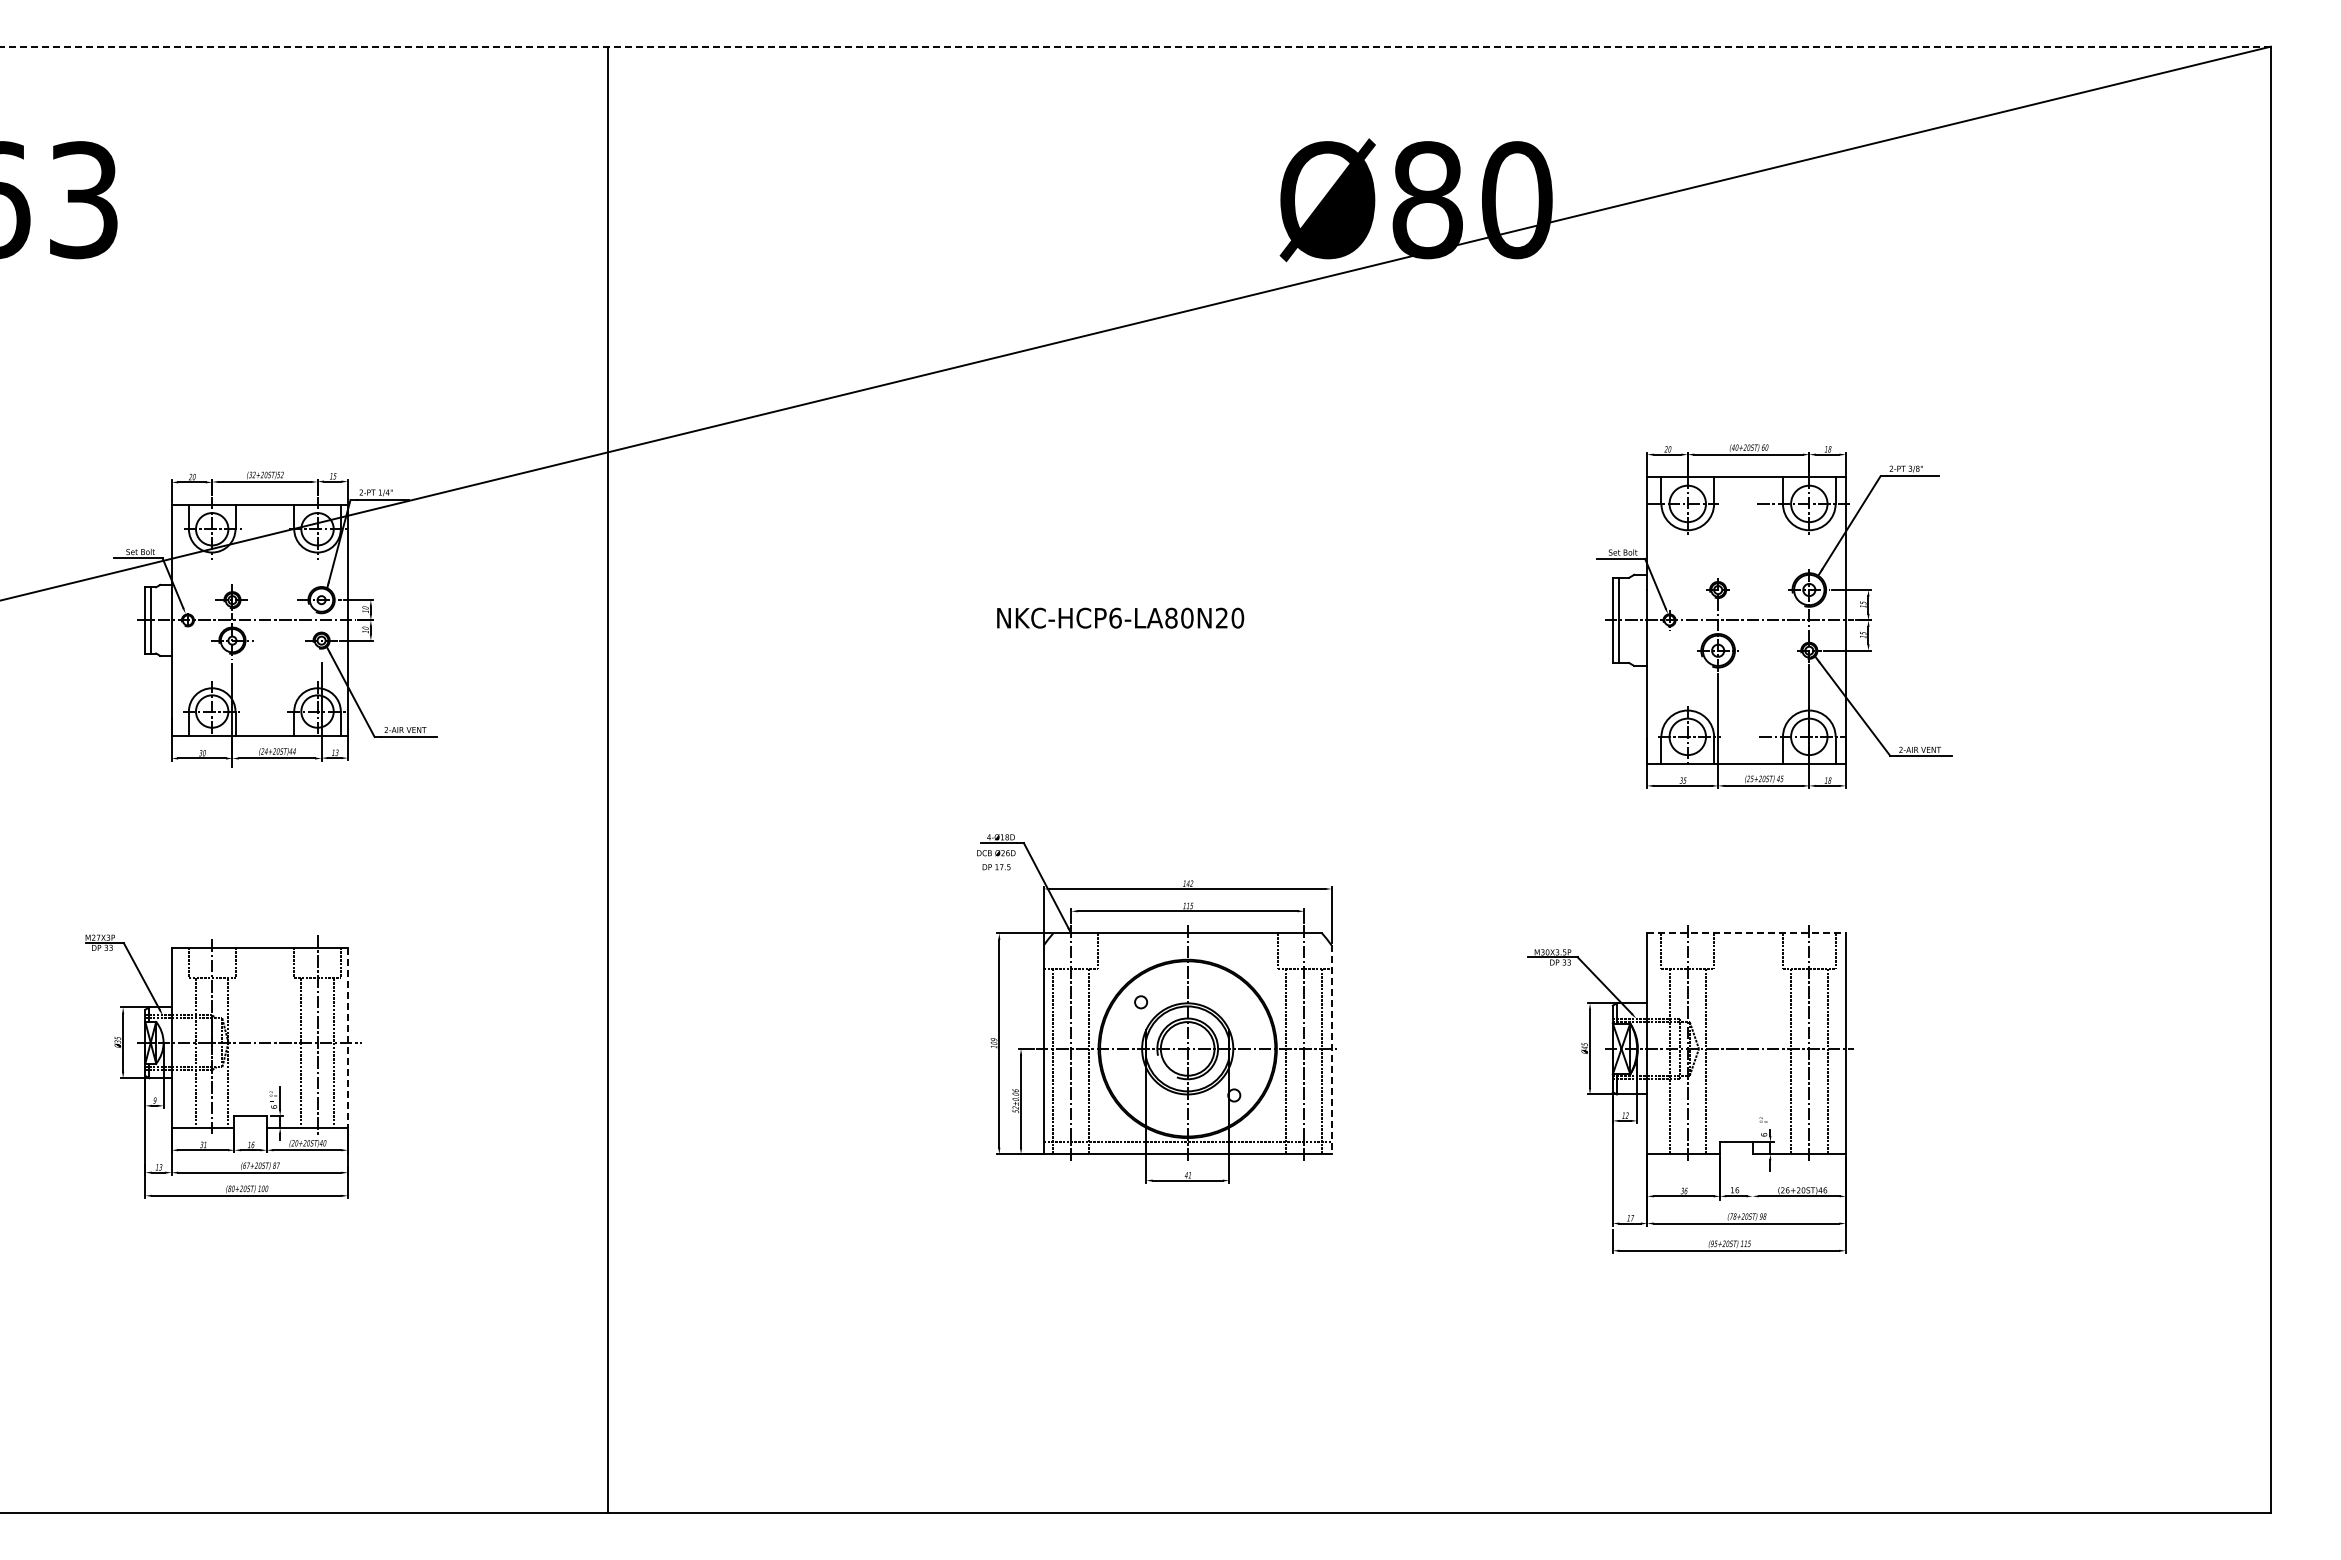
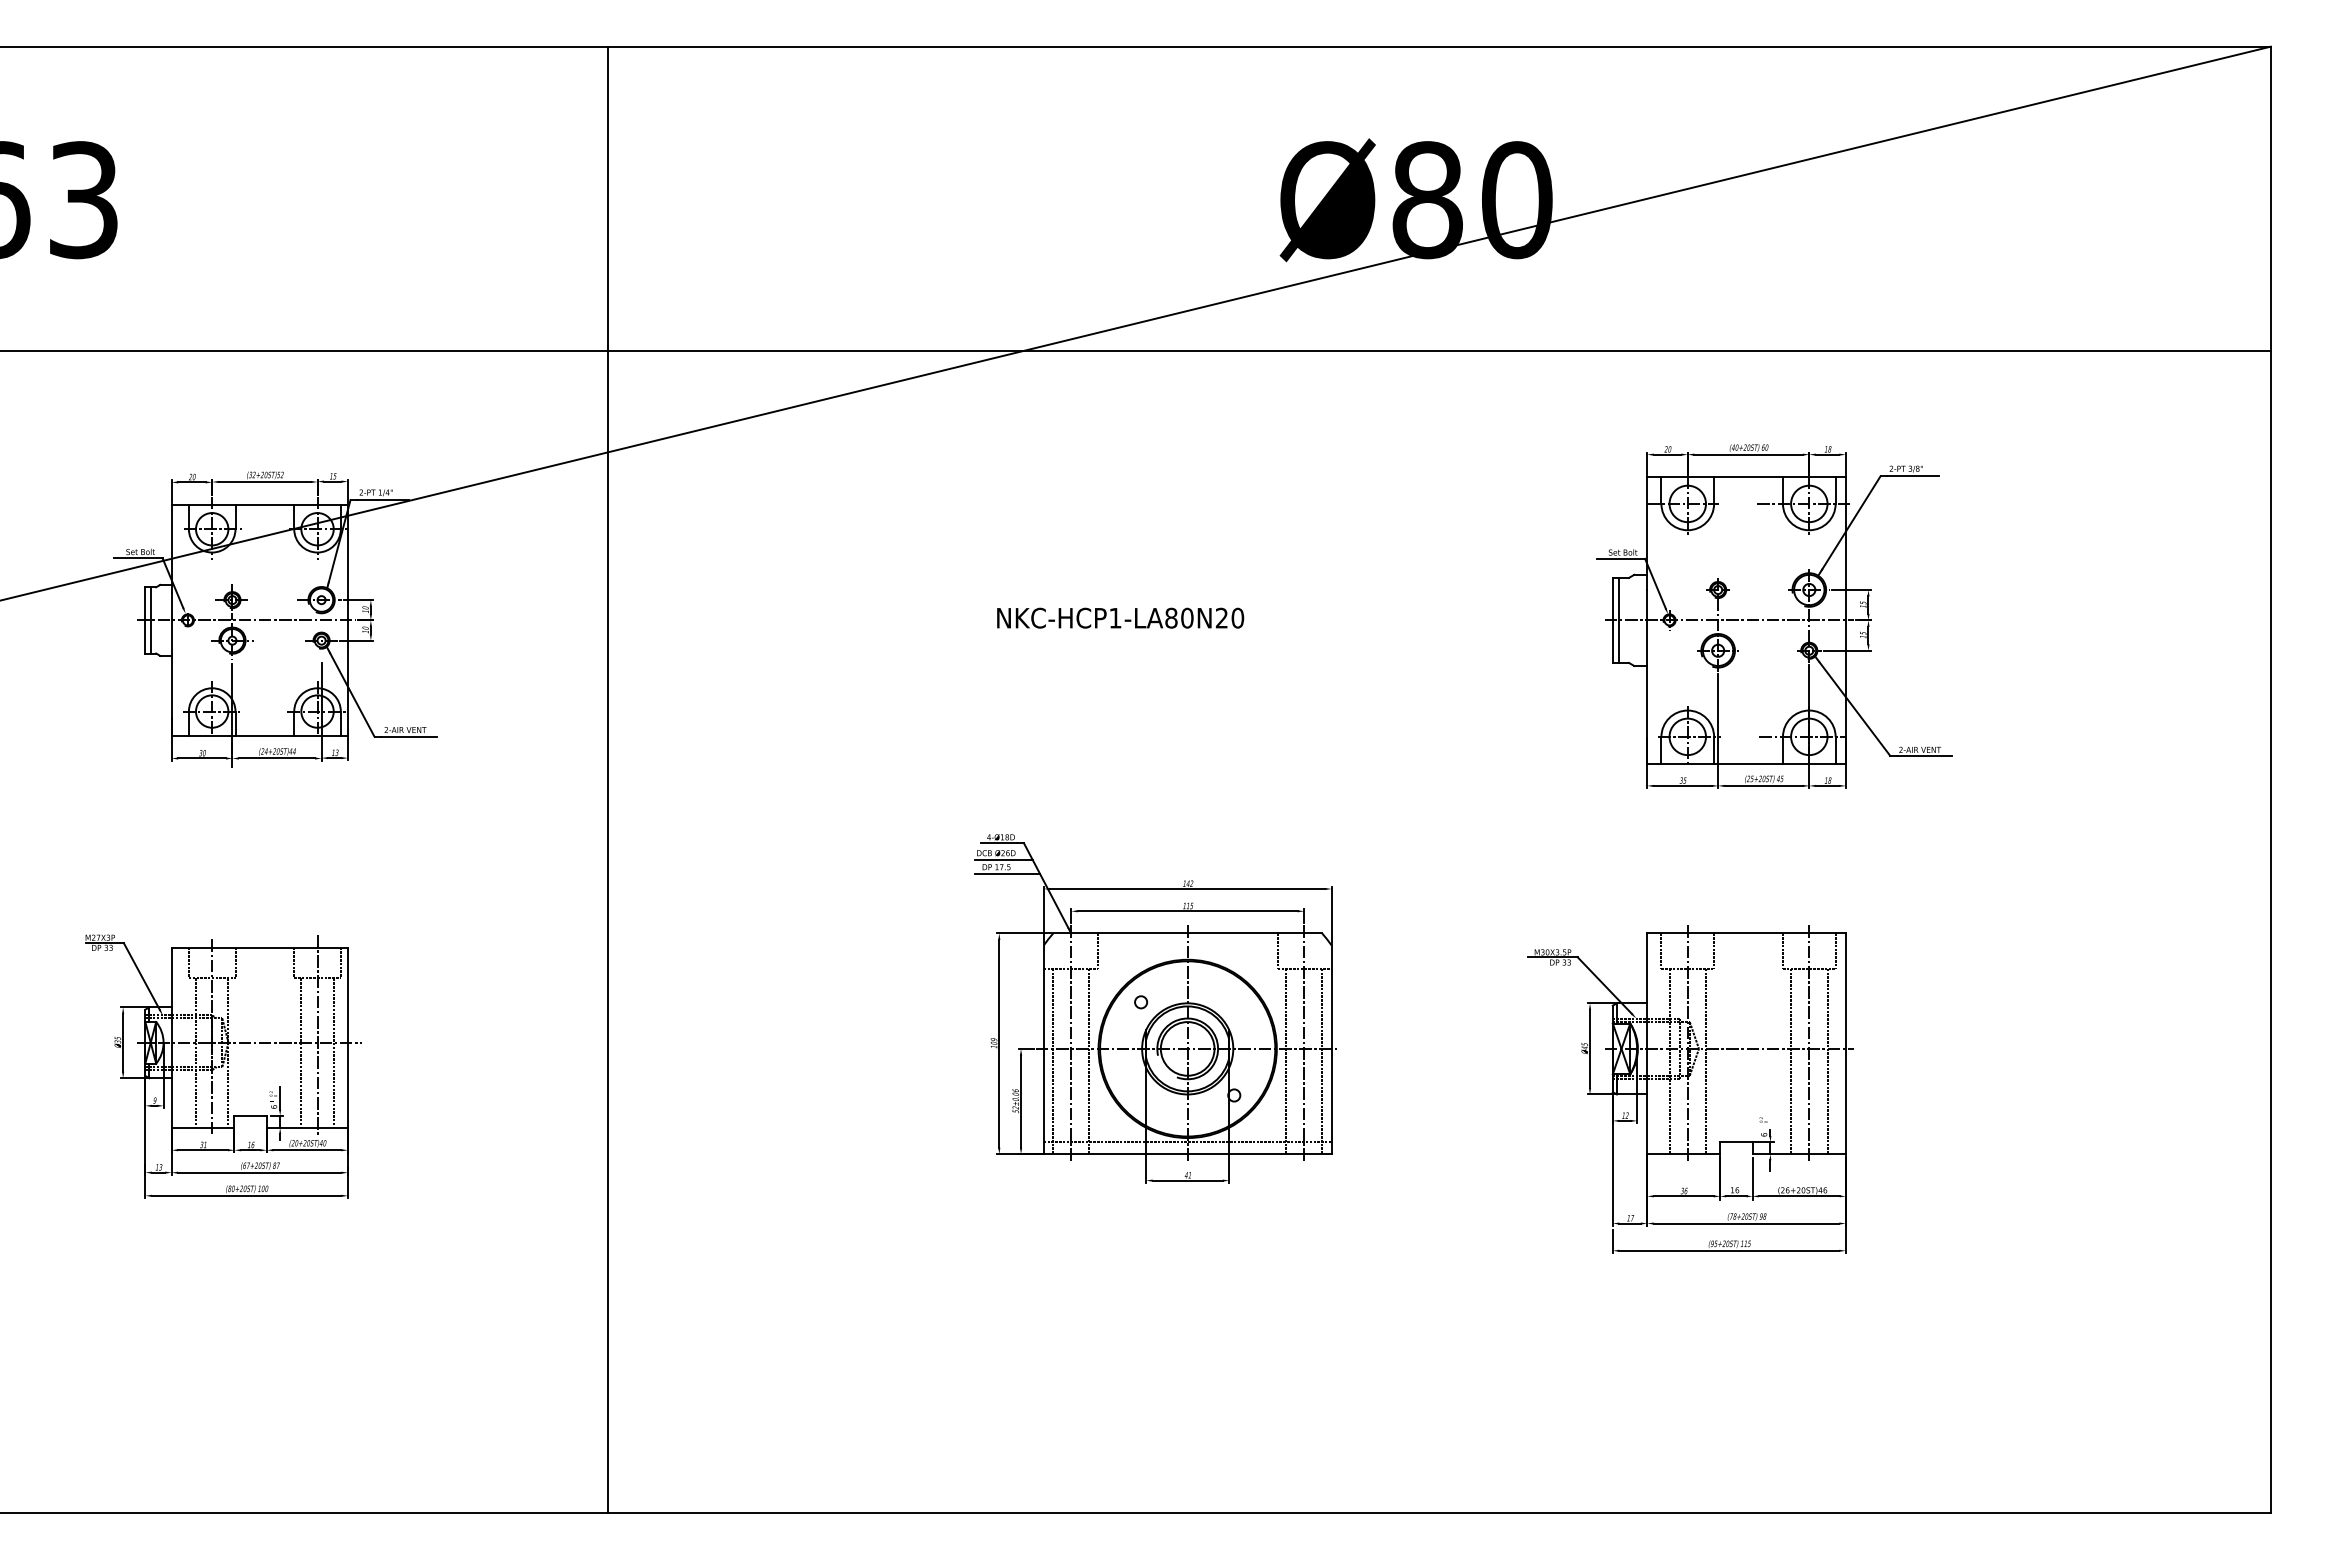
line at (1135, 46): dashed -> solid
line at (1136, 350): none -> present
text at (1115, 617): NKC-HCP6-LA80N20 -> NKC-HCP1-LA80N20
line at (1003, 860): none -> present
line at (1007, 874): none -> present
line at (1747, 933): dashed -> solid
line at (347, 1038): dashed -> solid
line at (1331, 1050): dashed -> solid
line at (1752, 1179): none -> present
